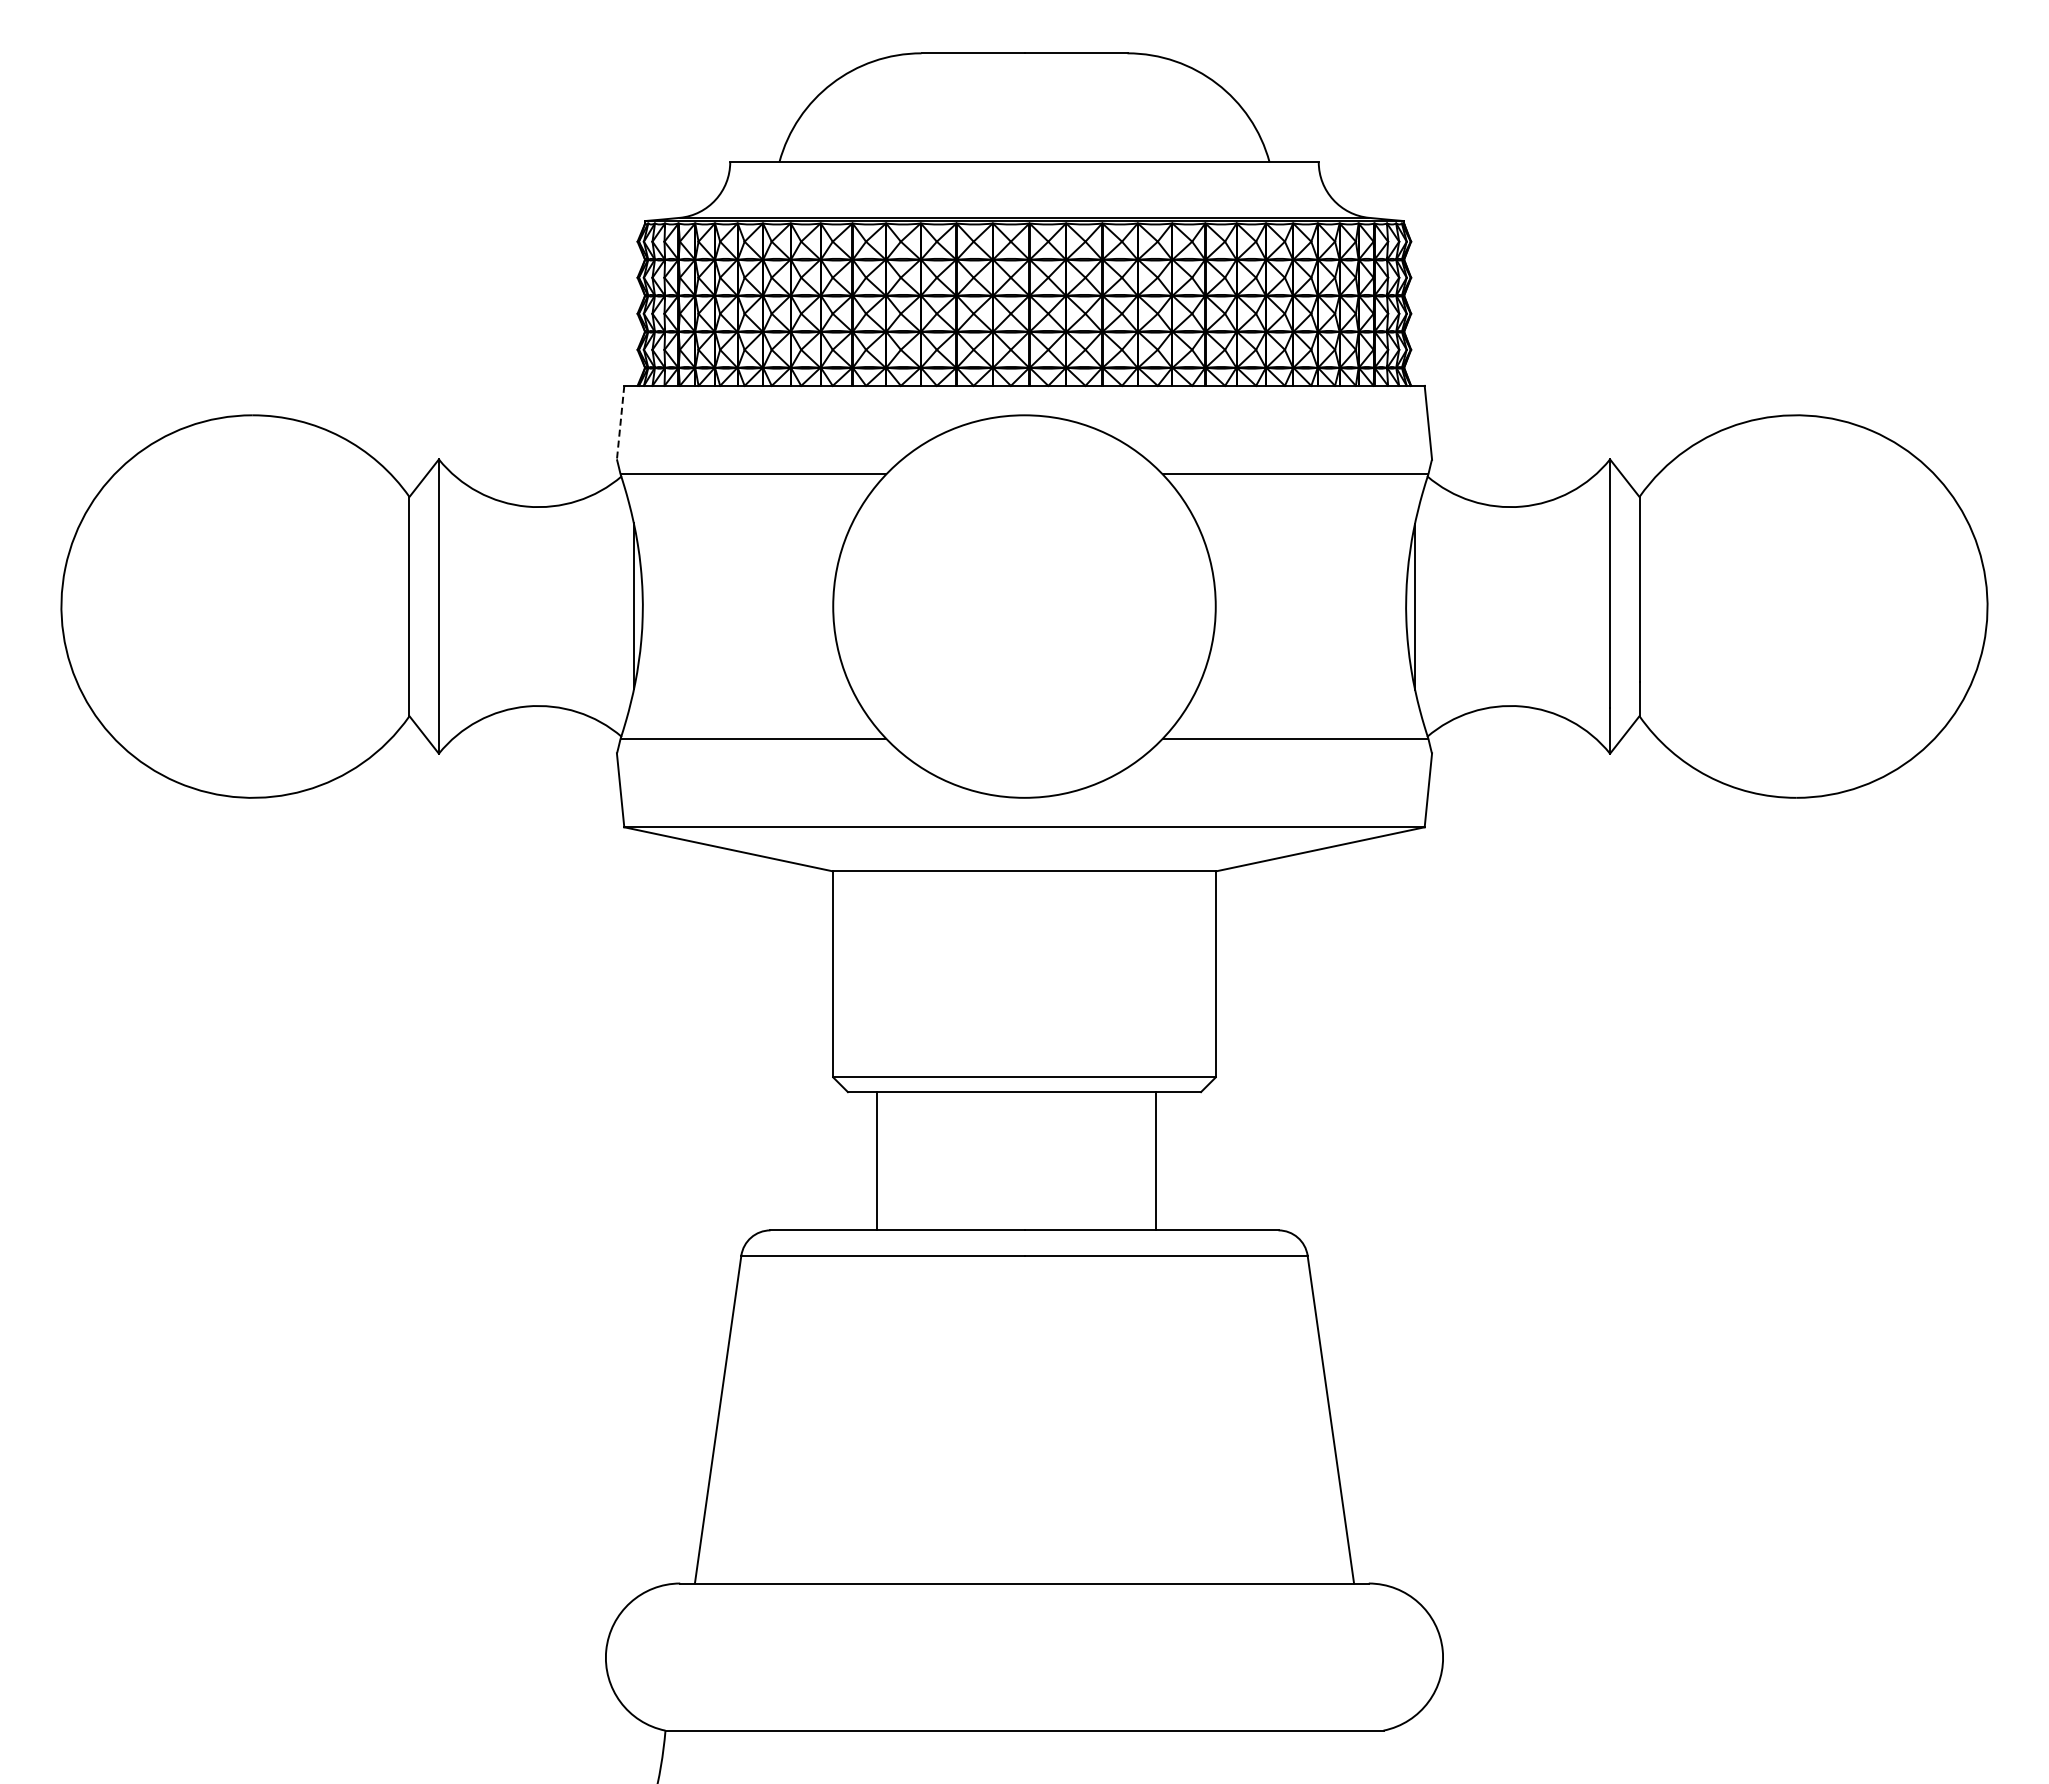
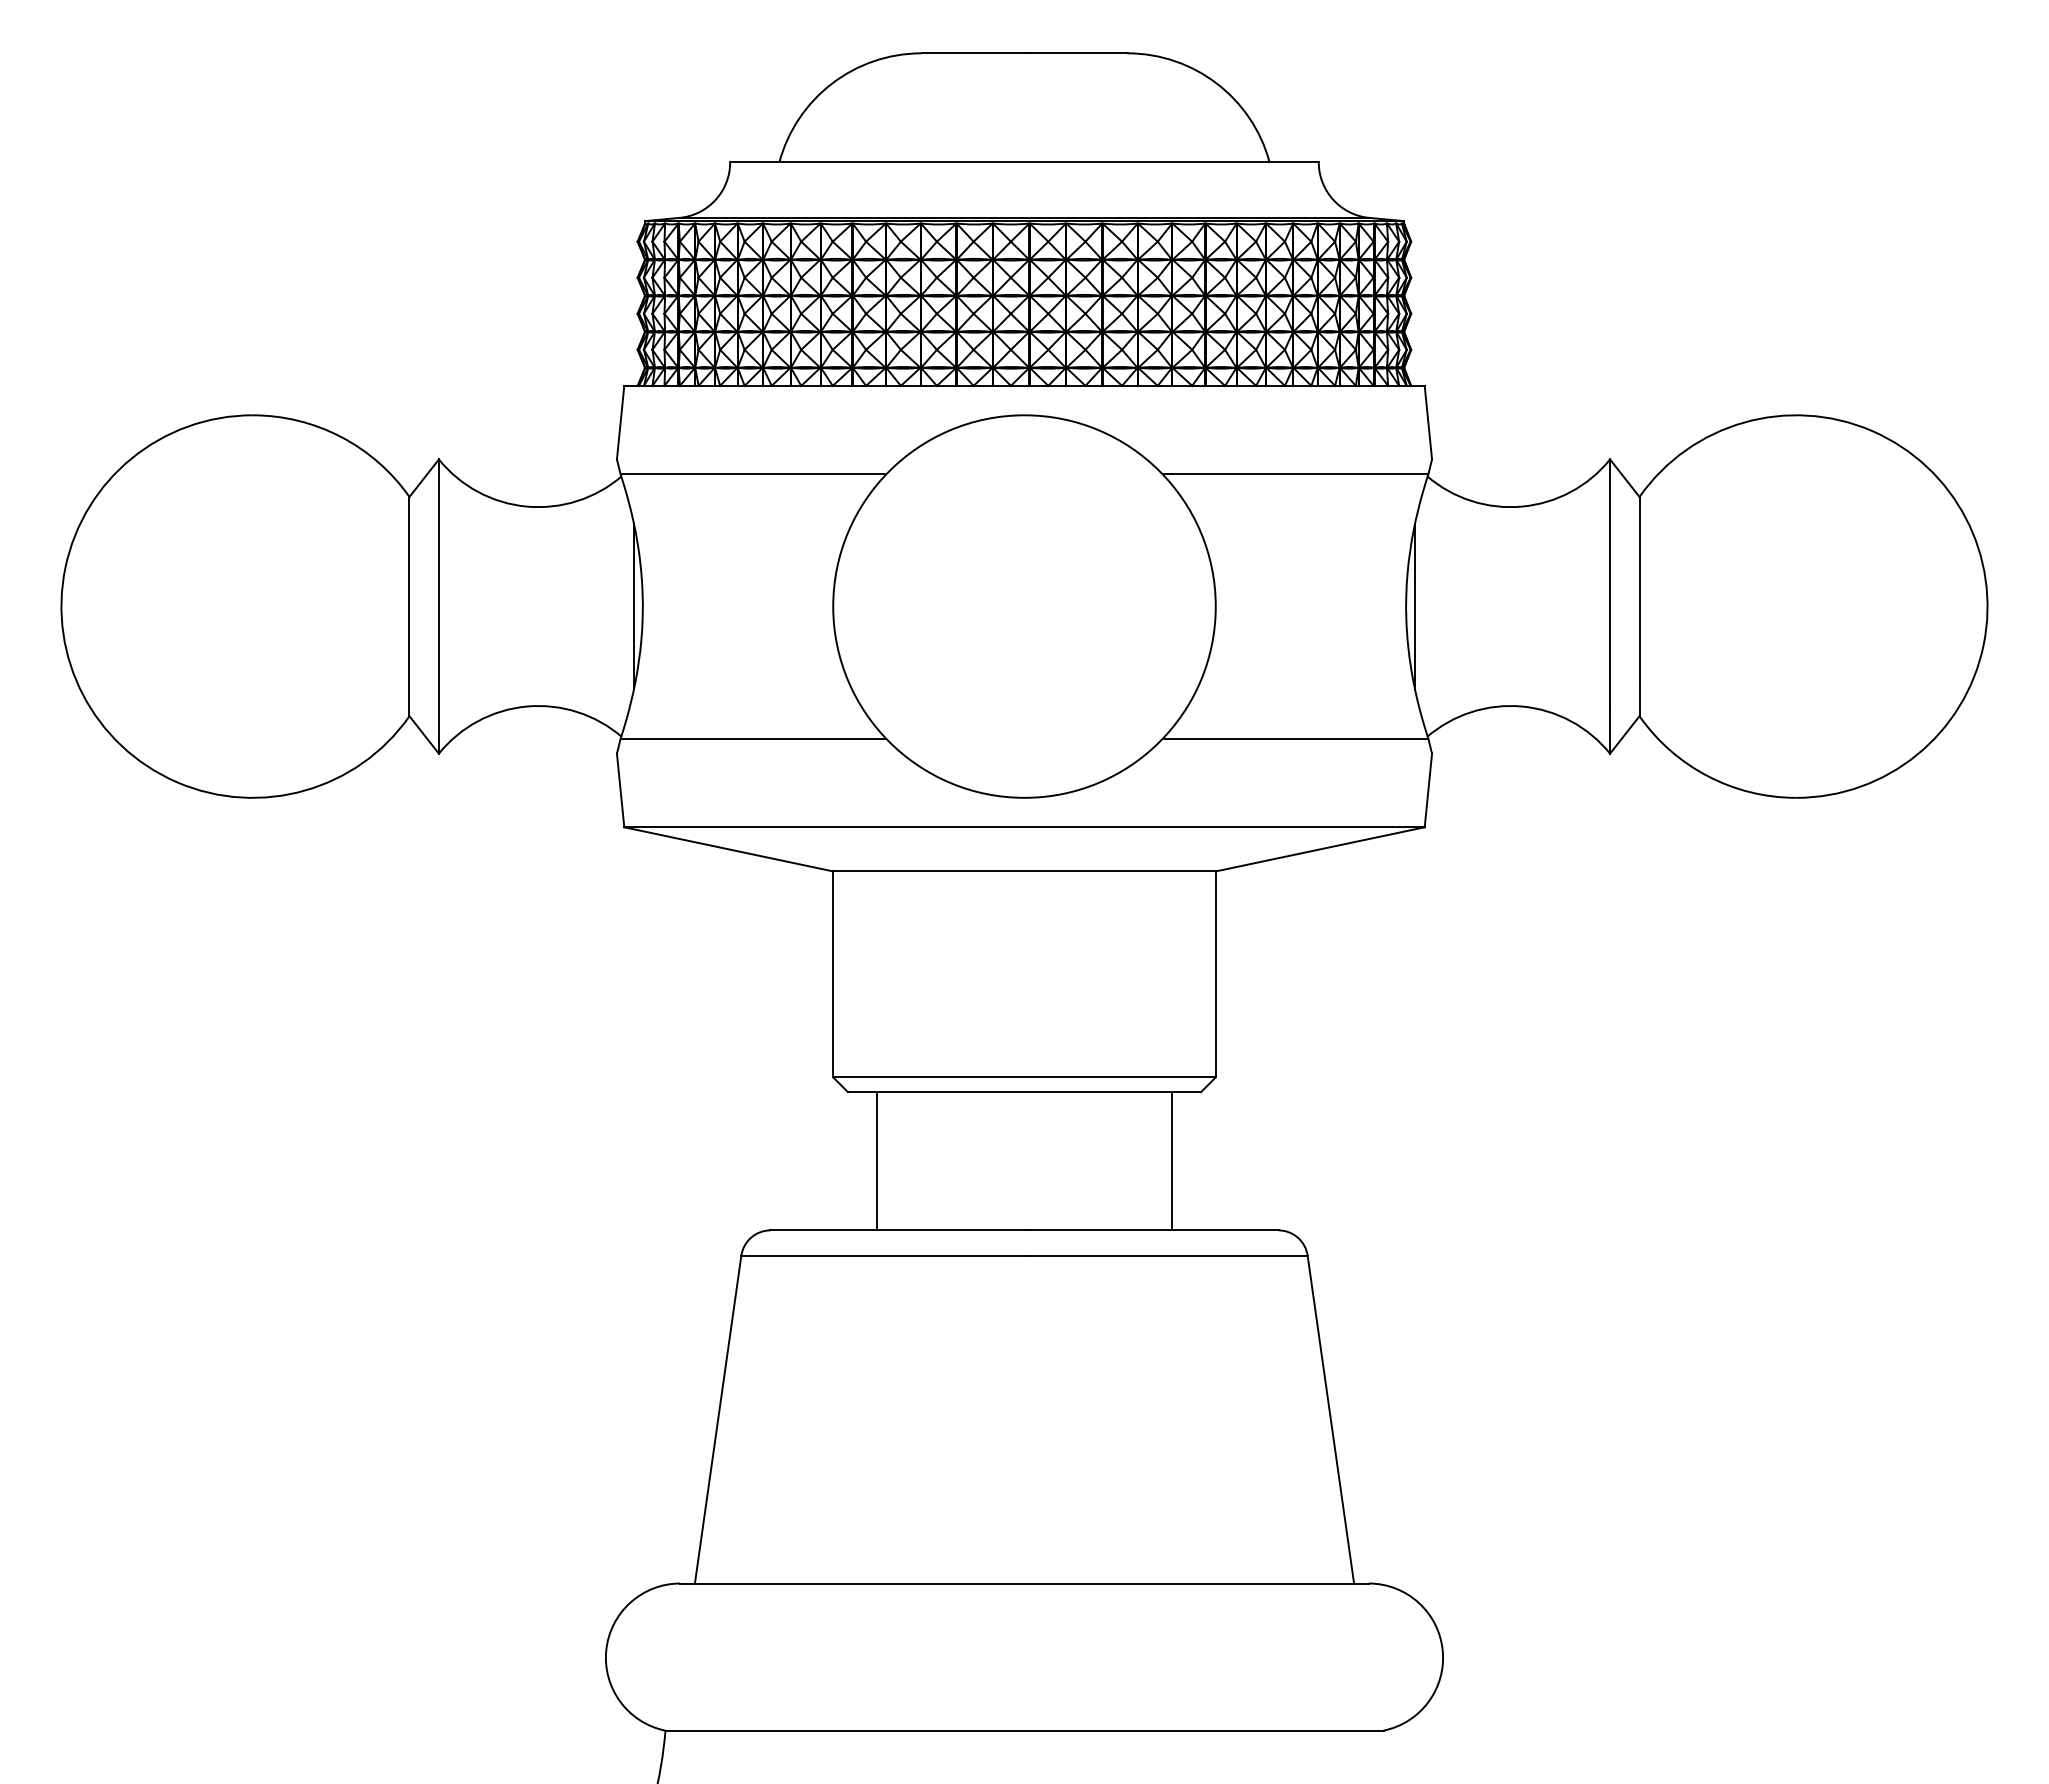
line at (620, 423): dashed -> solid
line at (1155, 1161) position: (1155, 1161) -> (1171, 1161)
